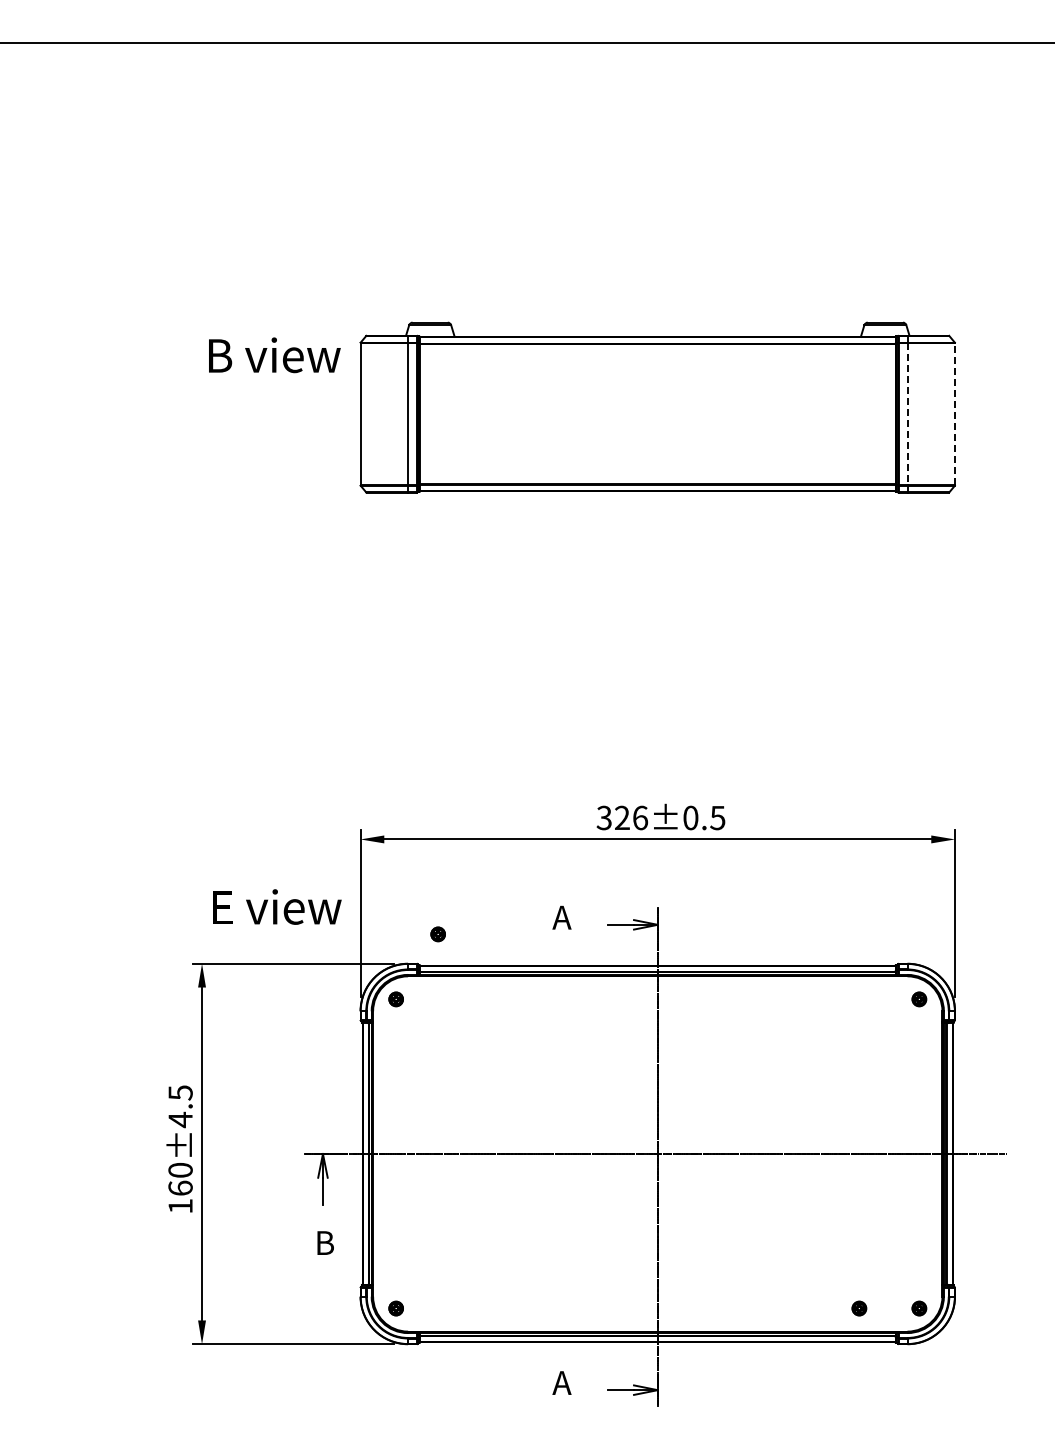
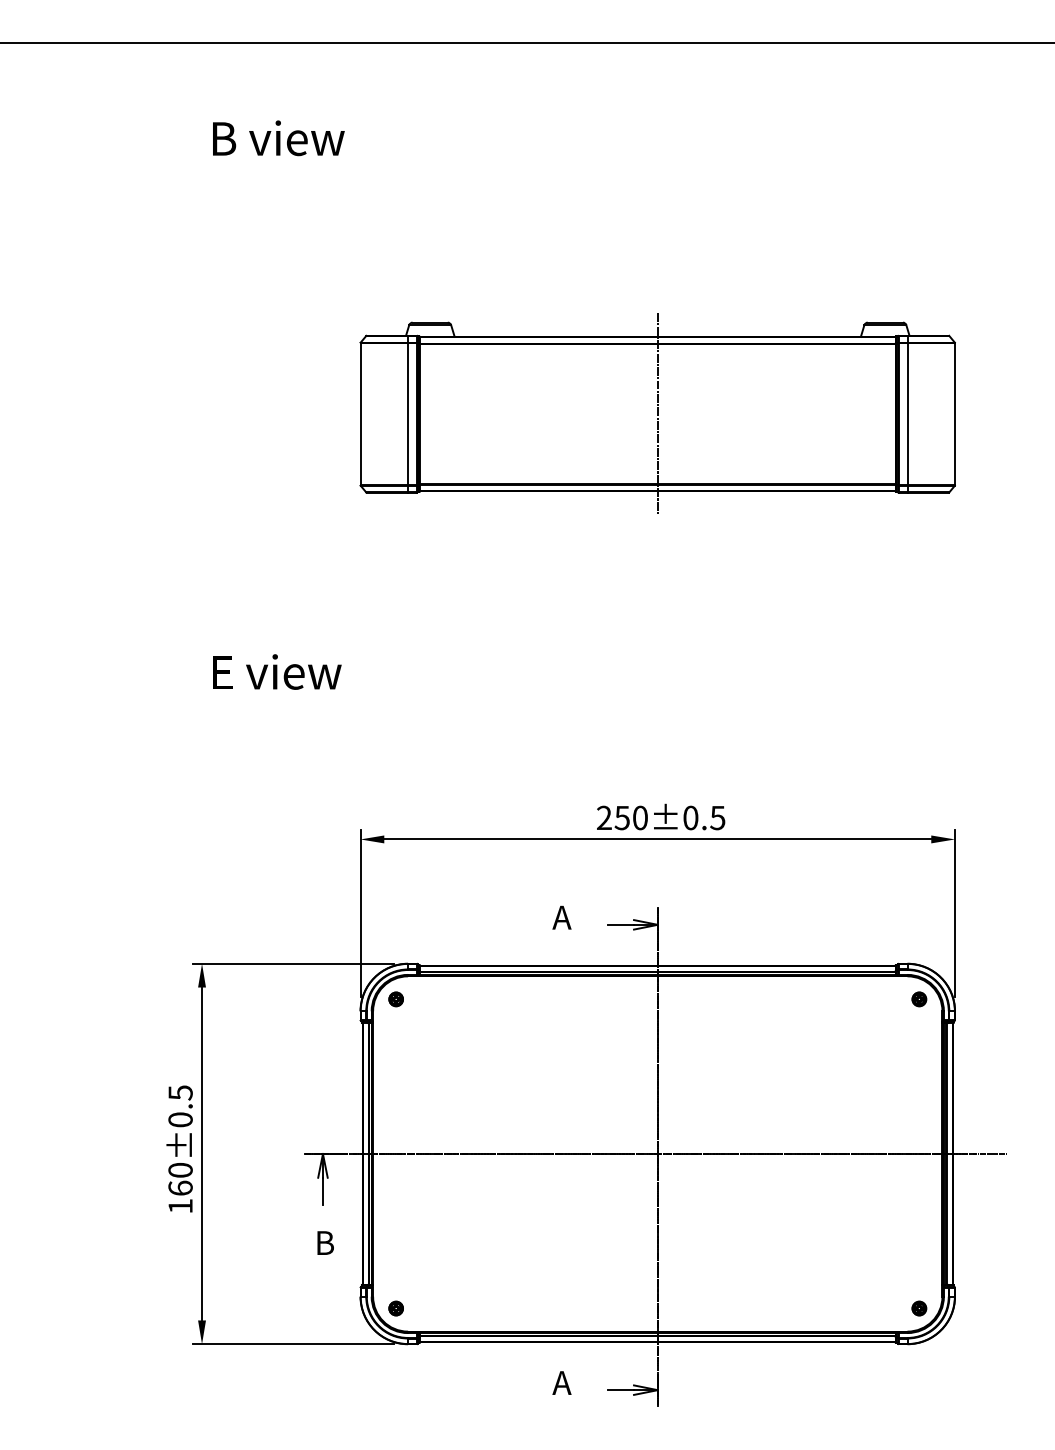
text at (274, 355) position: (274, 355) -> (278, 138)
line at (955, 413): dashed -> solid
line at (657, 414): none -> present
line at (907, 414): dashed -> solid
text at (622, 817): 326±0.5 -> 250±0.5
text at (277, 906) position: (277, 906) -> (277, 671)
part at (437, 934): present -> none
text at (180, 1119): 160±4.5 -> 160±0.5
part at (859, 1308): present -> none
